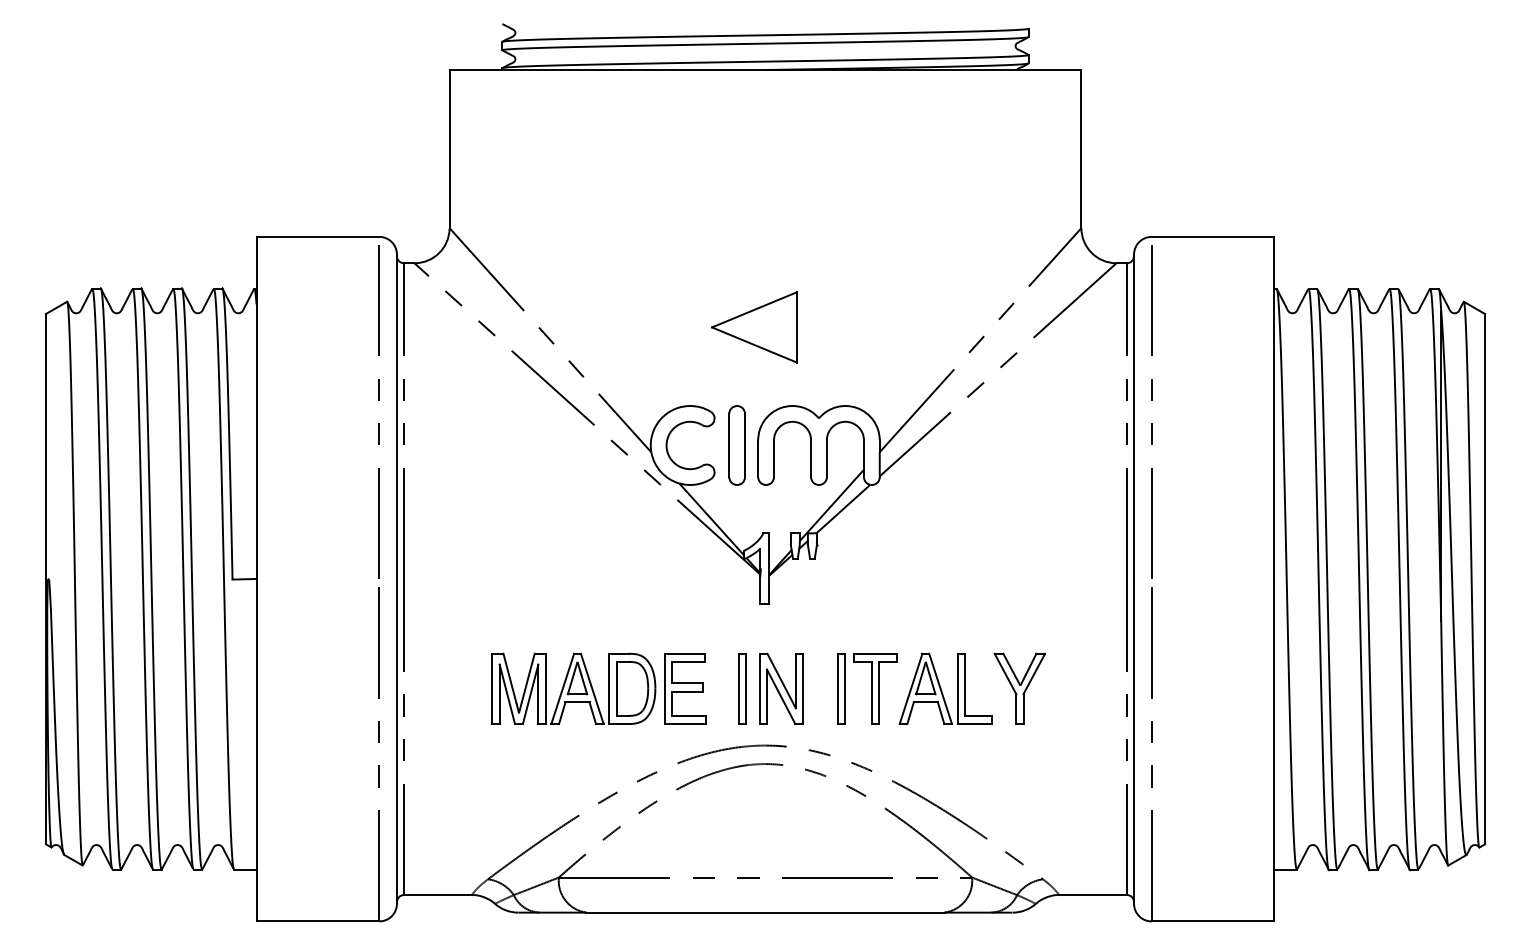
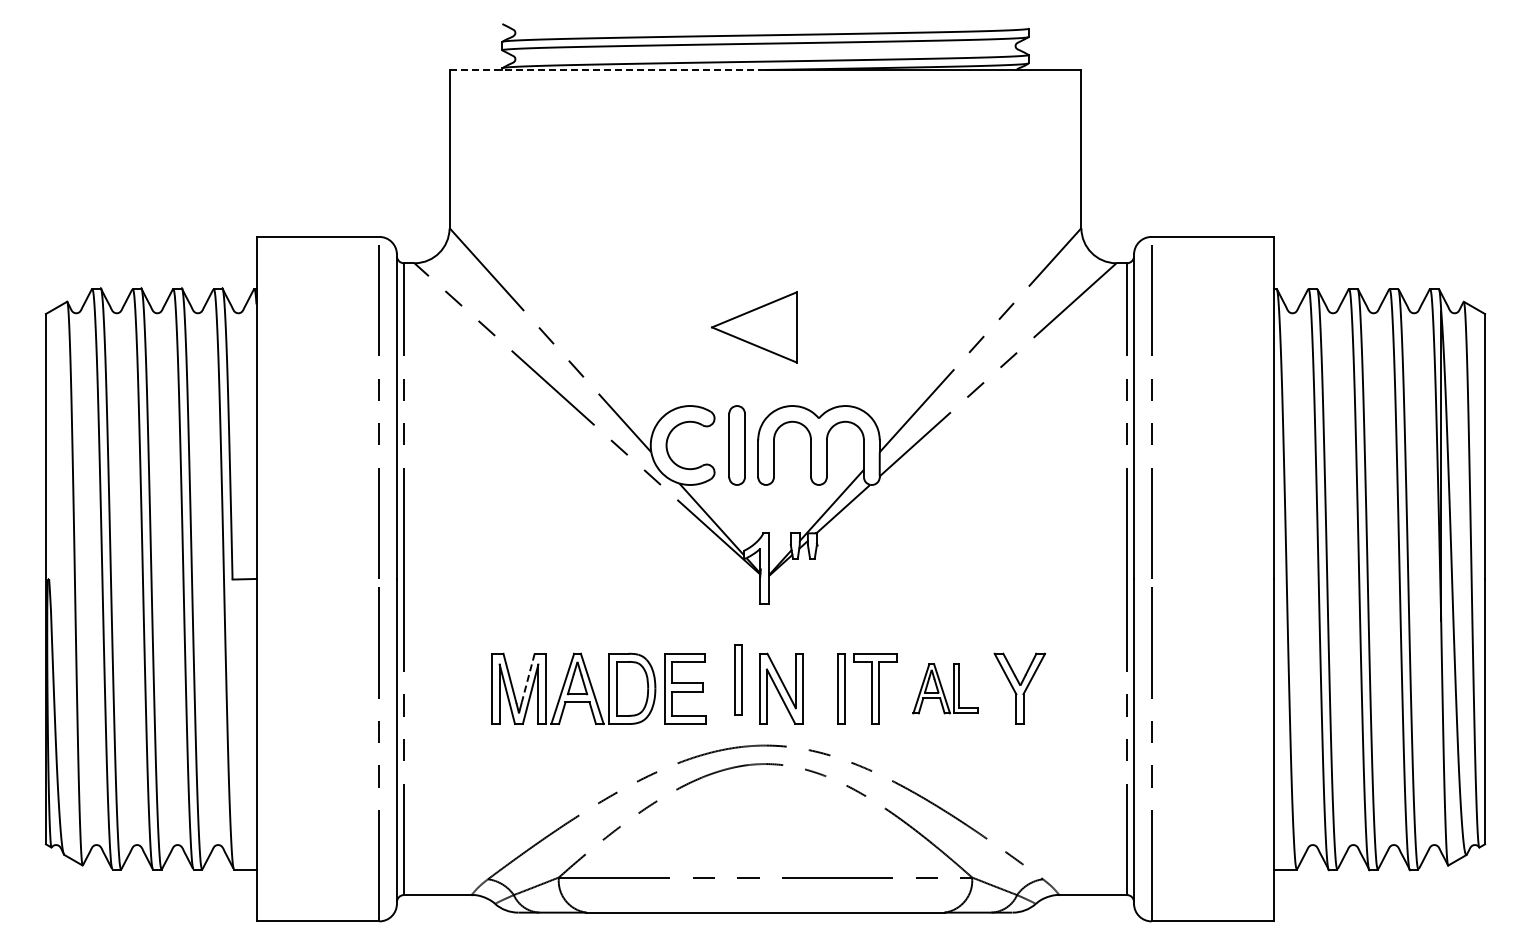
line at (607, 70): solid -> dashed
line at (528, 678): solid -> dashed
part at (742, 688) position: (742, 688) -> (738, 679)
part at (945, 688) size: 95x73 px -> 67x52 px
